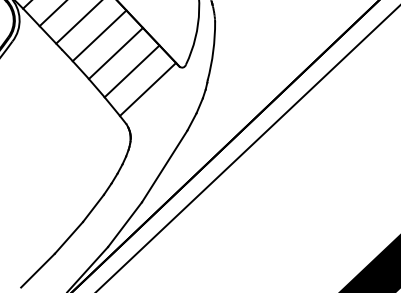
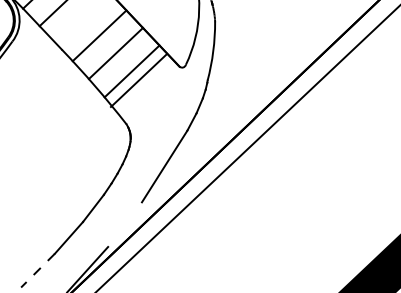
line at (77, 22): present -> none
line at (147, 89) position: (147, 89) -> (138, 80)
line at (124, 224): present -> none
line at (38, 270): solid -> dashed
